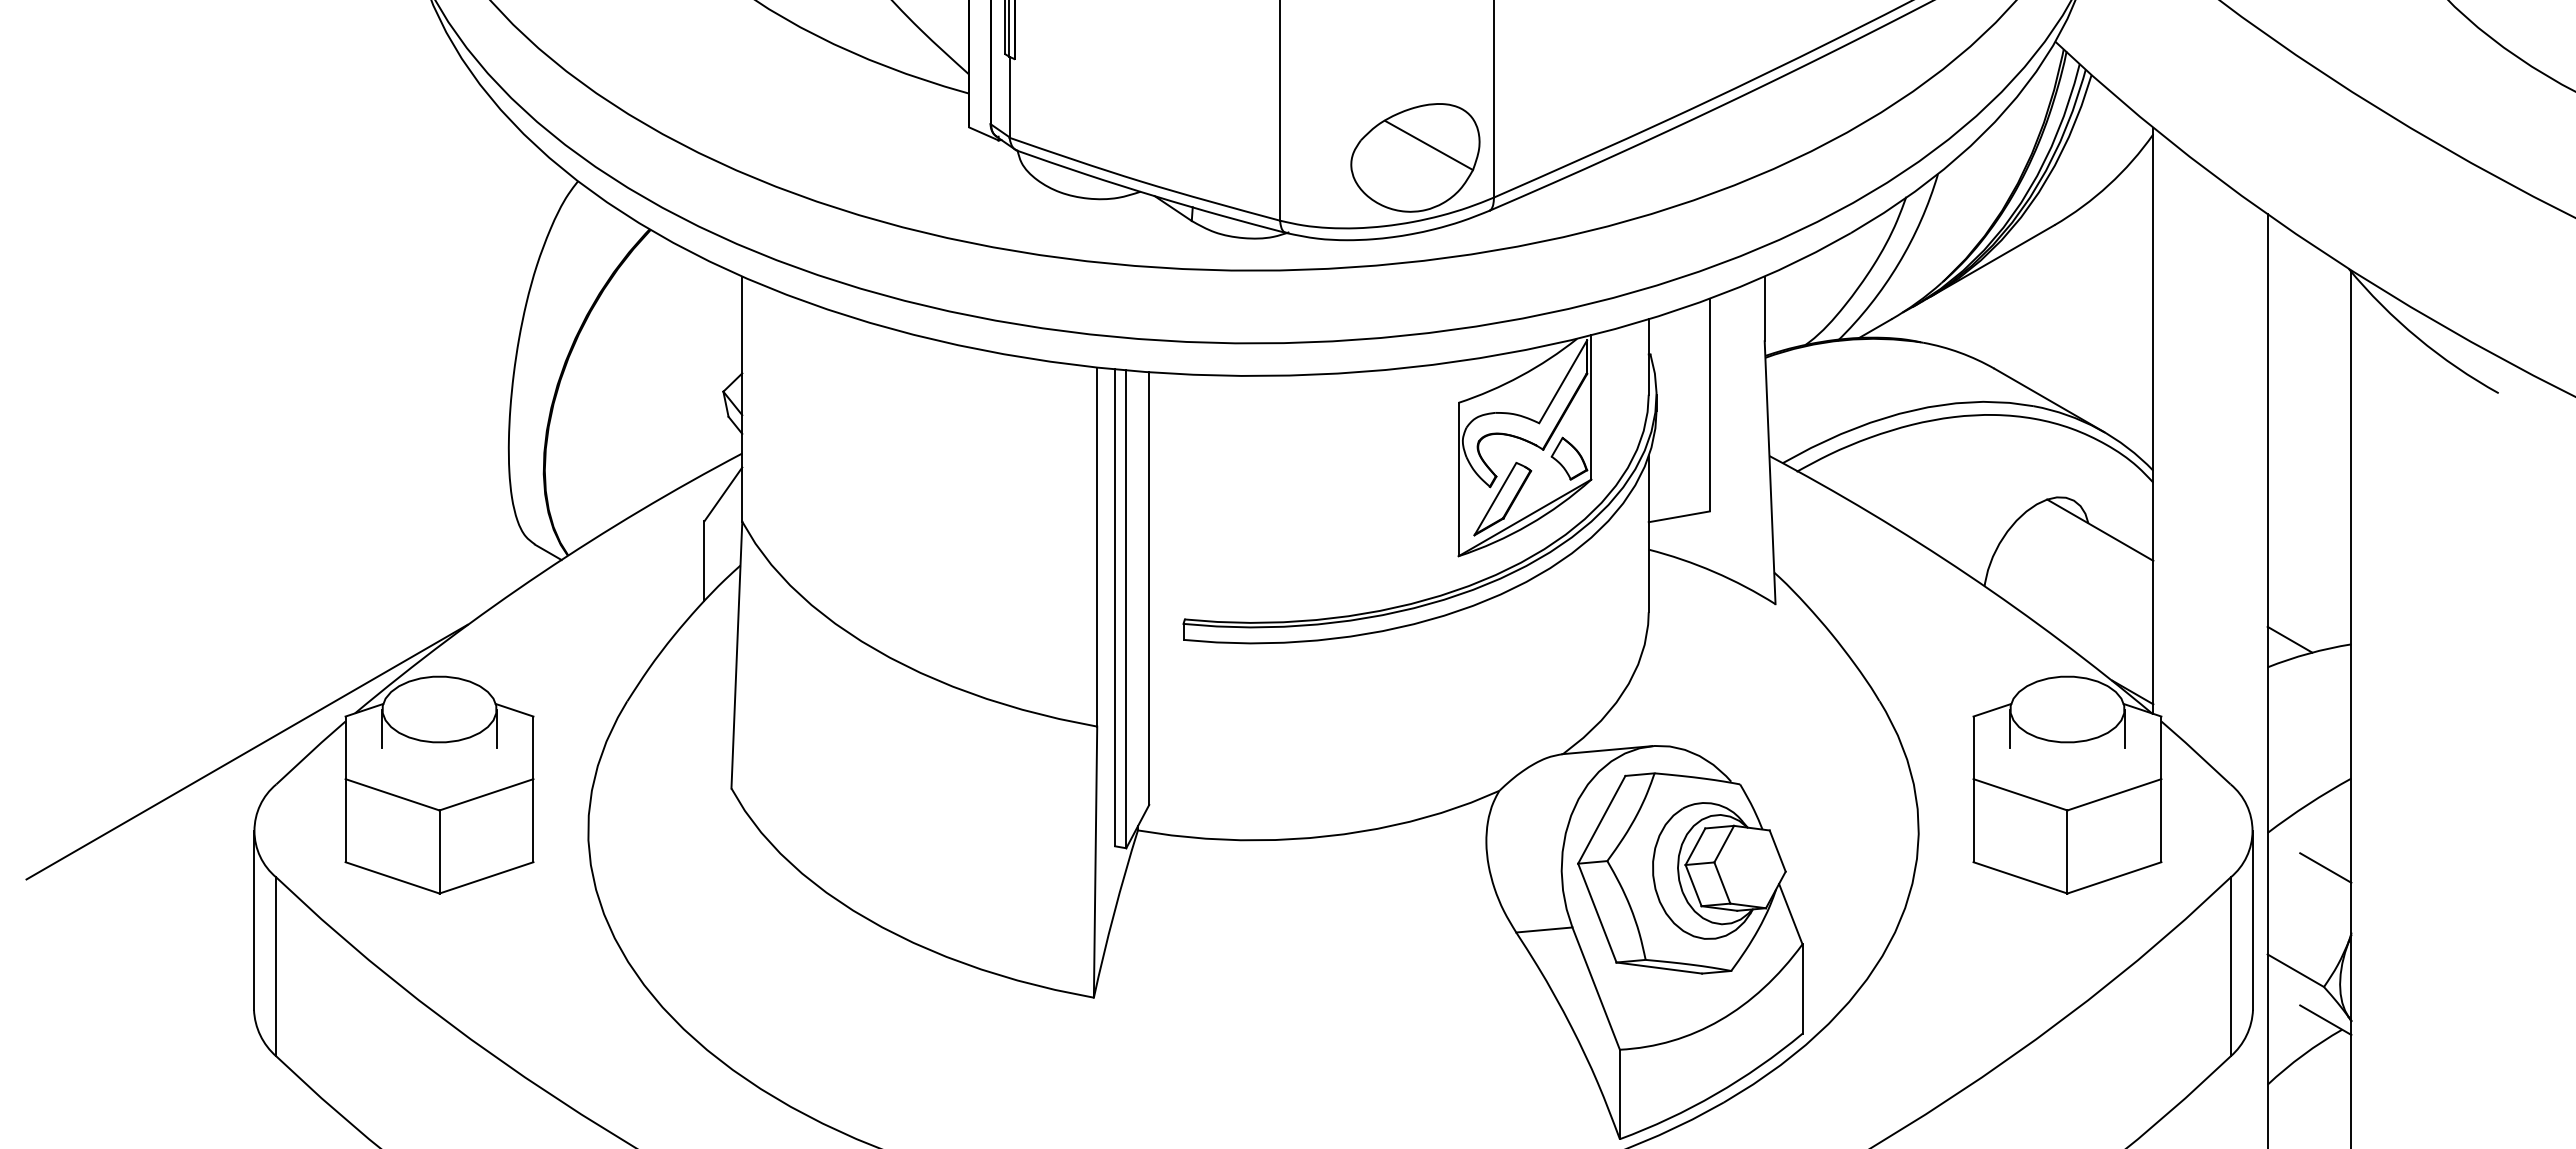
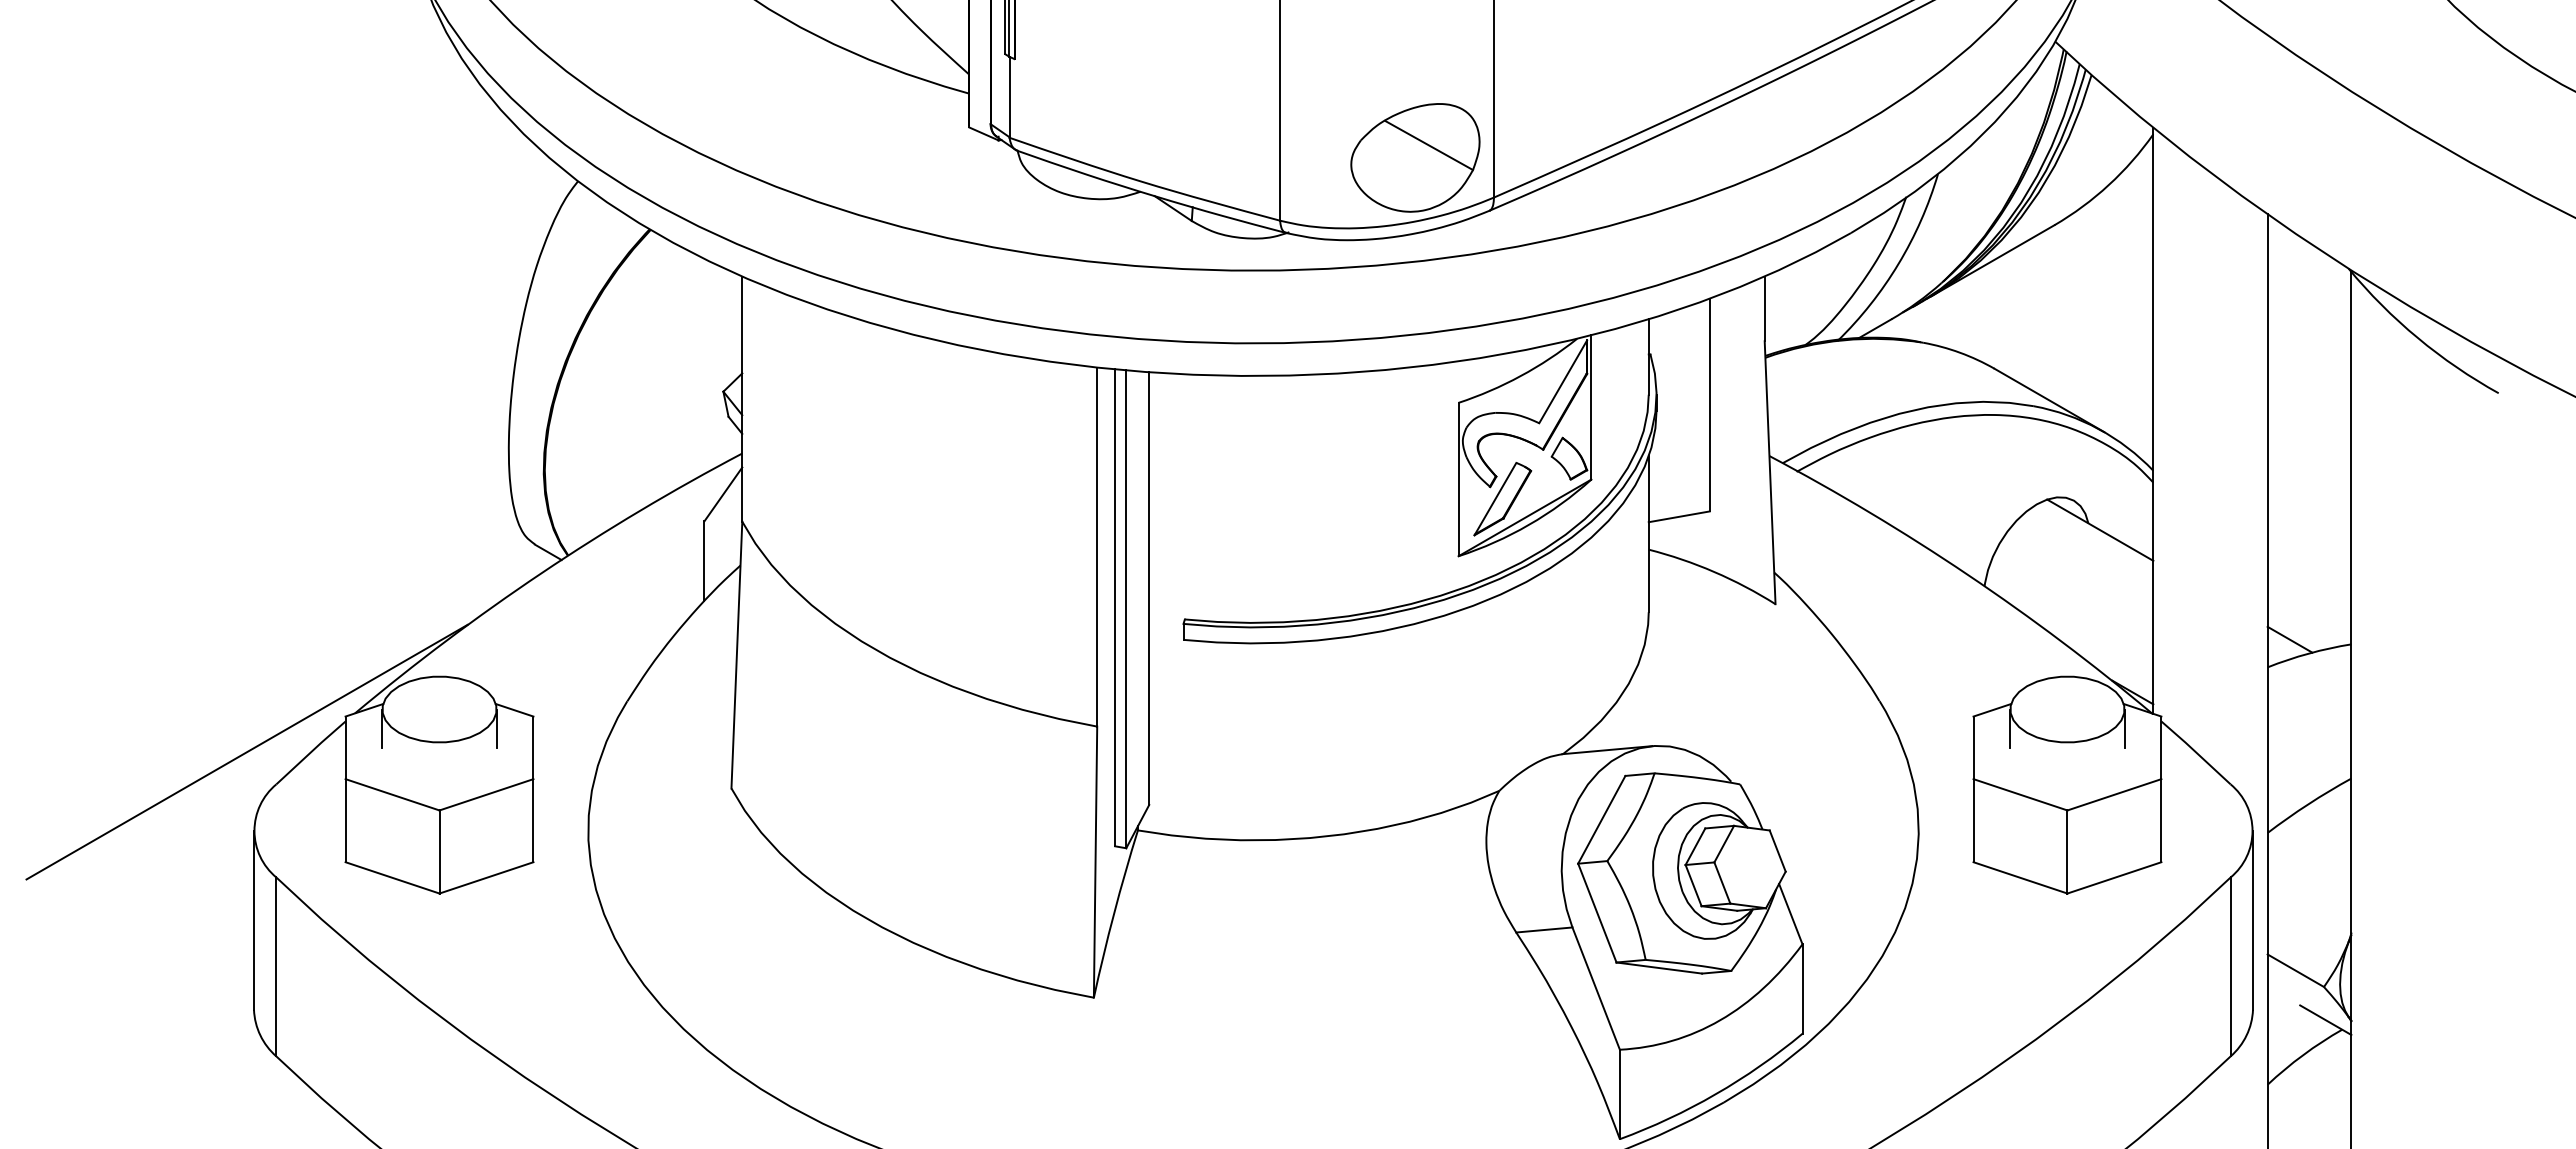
line at (2325, 867): present -> none
